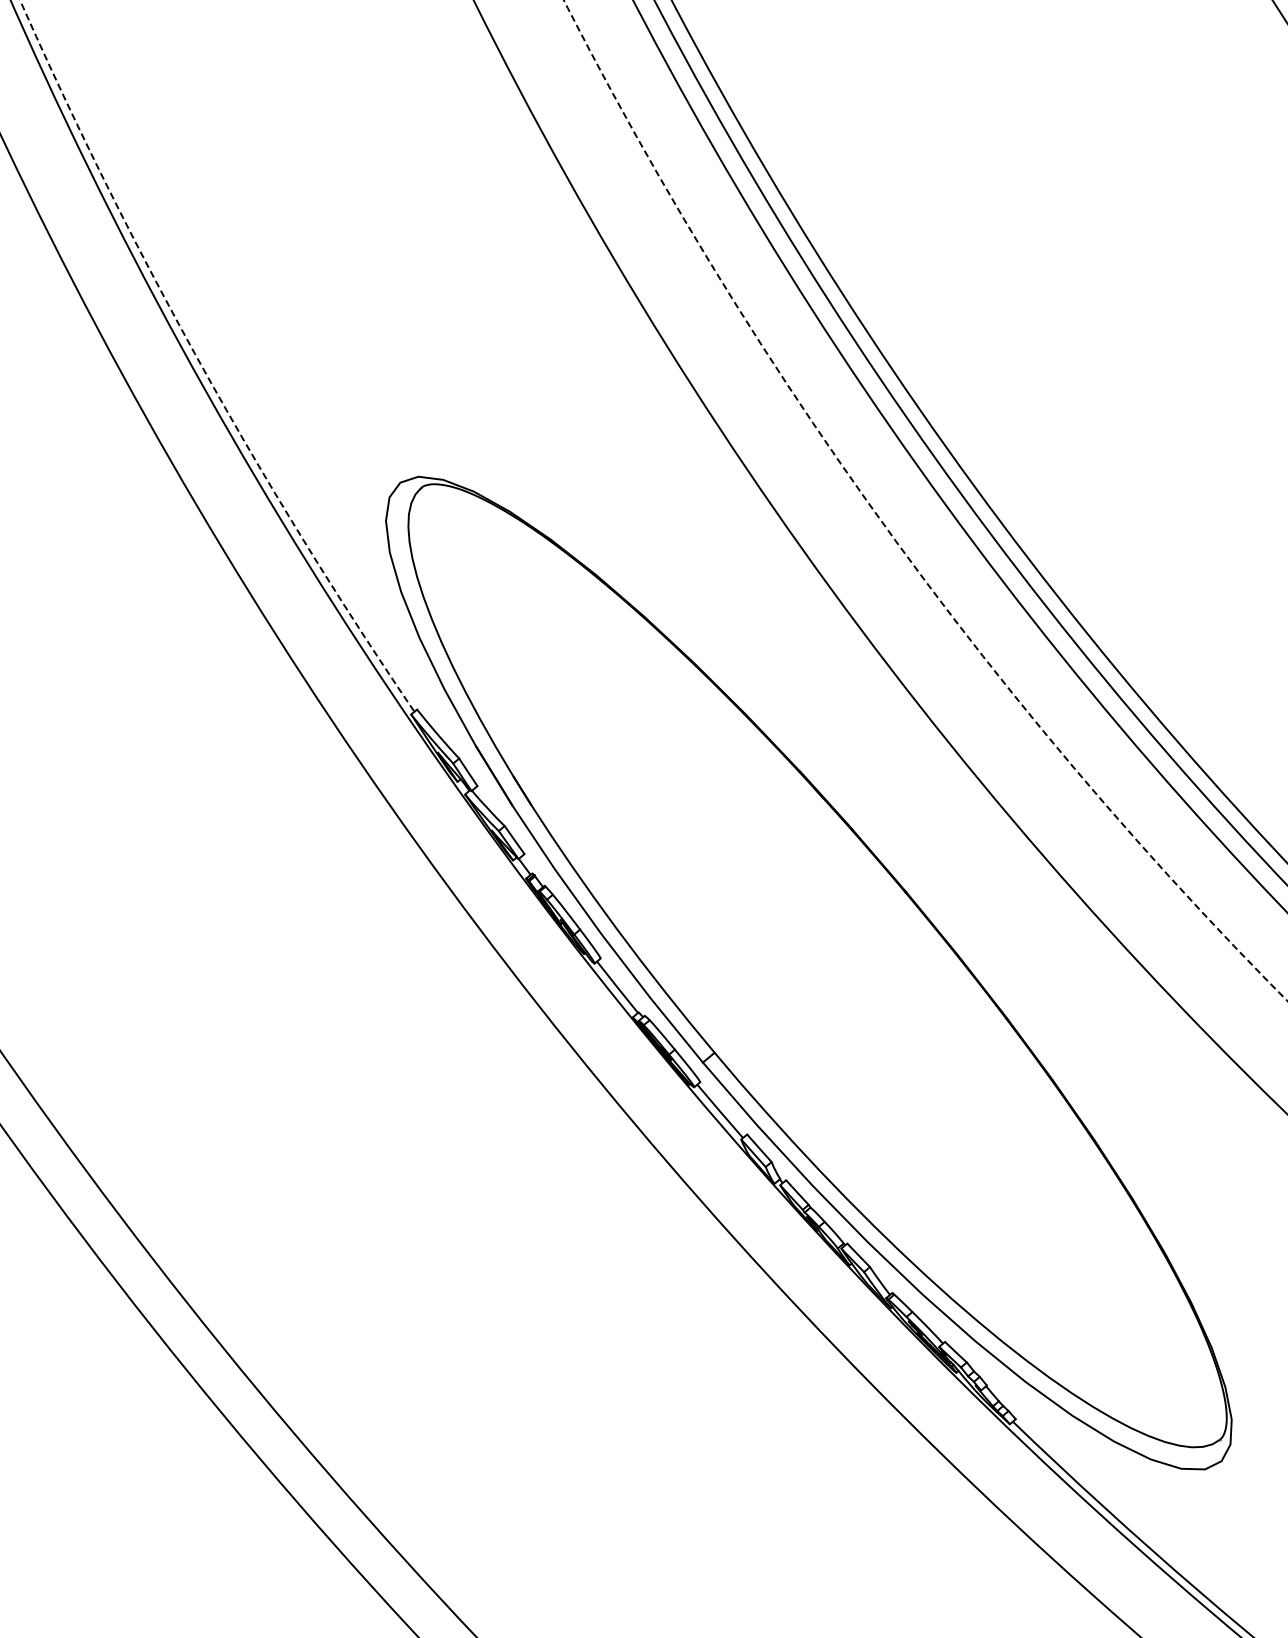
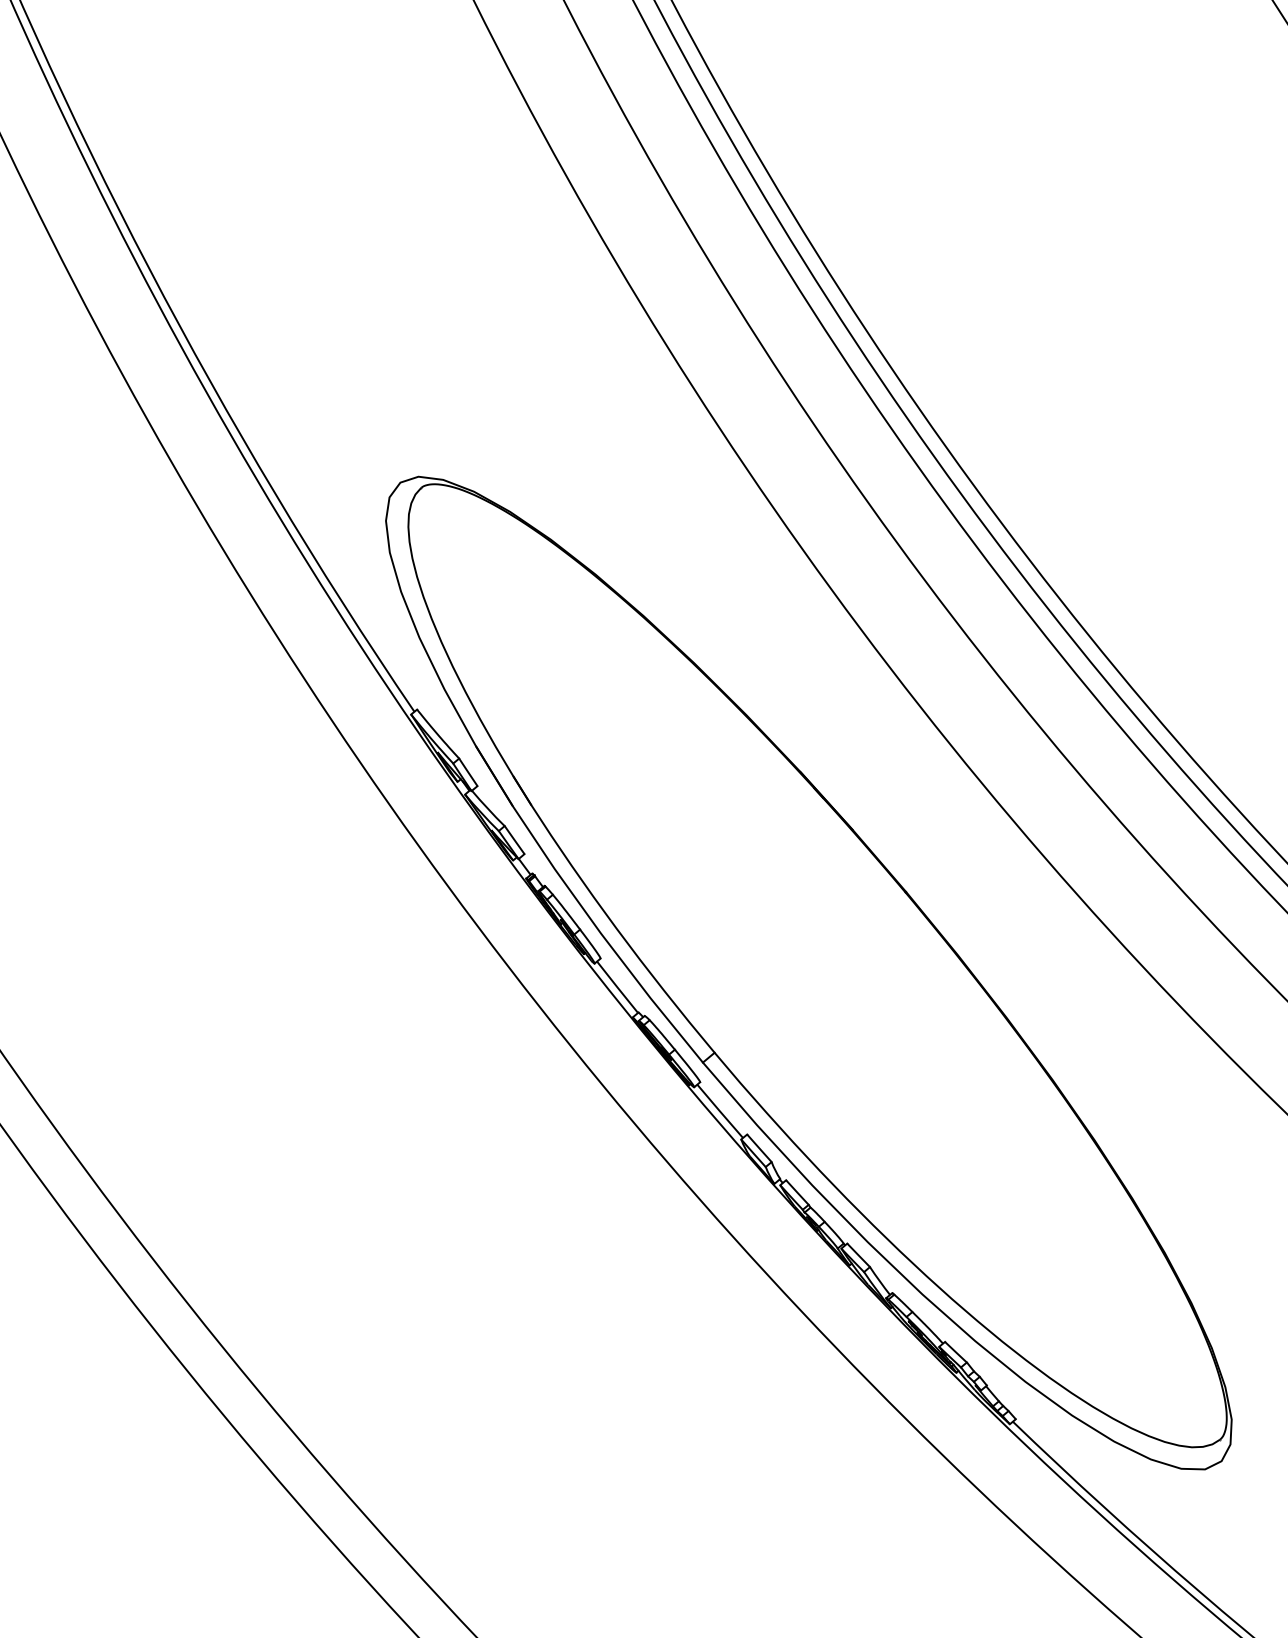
arc at (200, 364): dashed -> solid
circle at (925, 500): dashed -> solid
